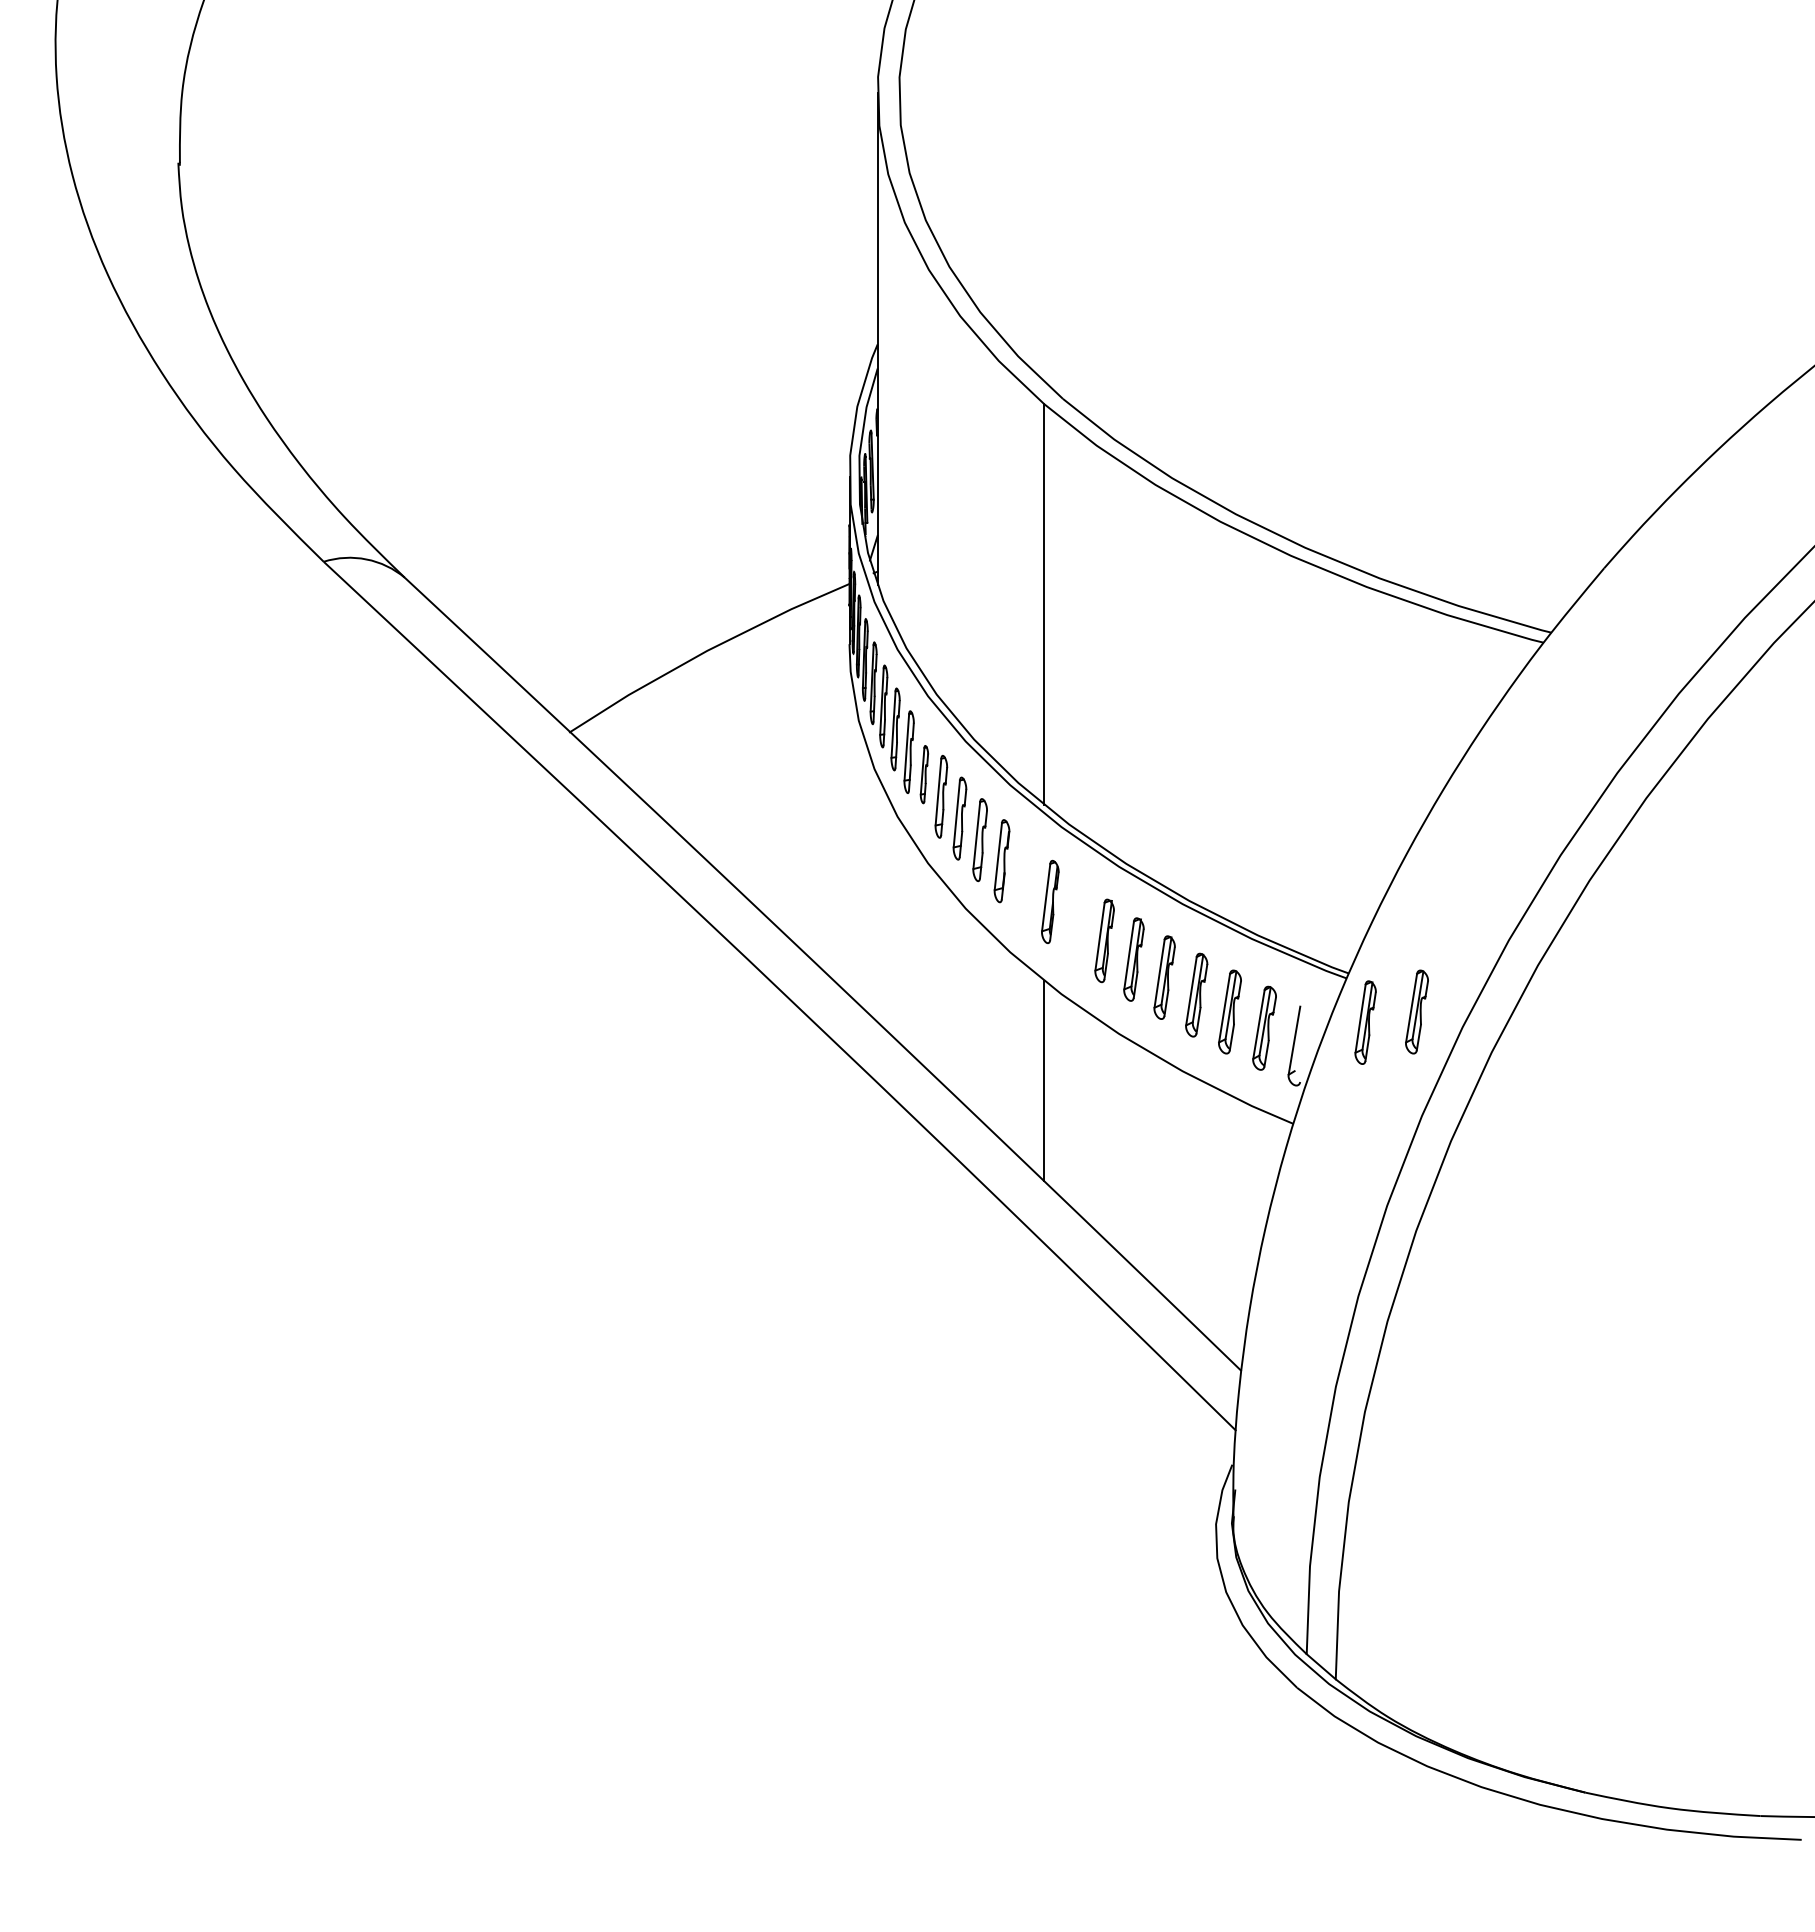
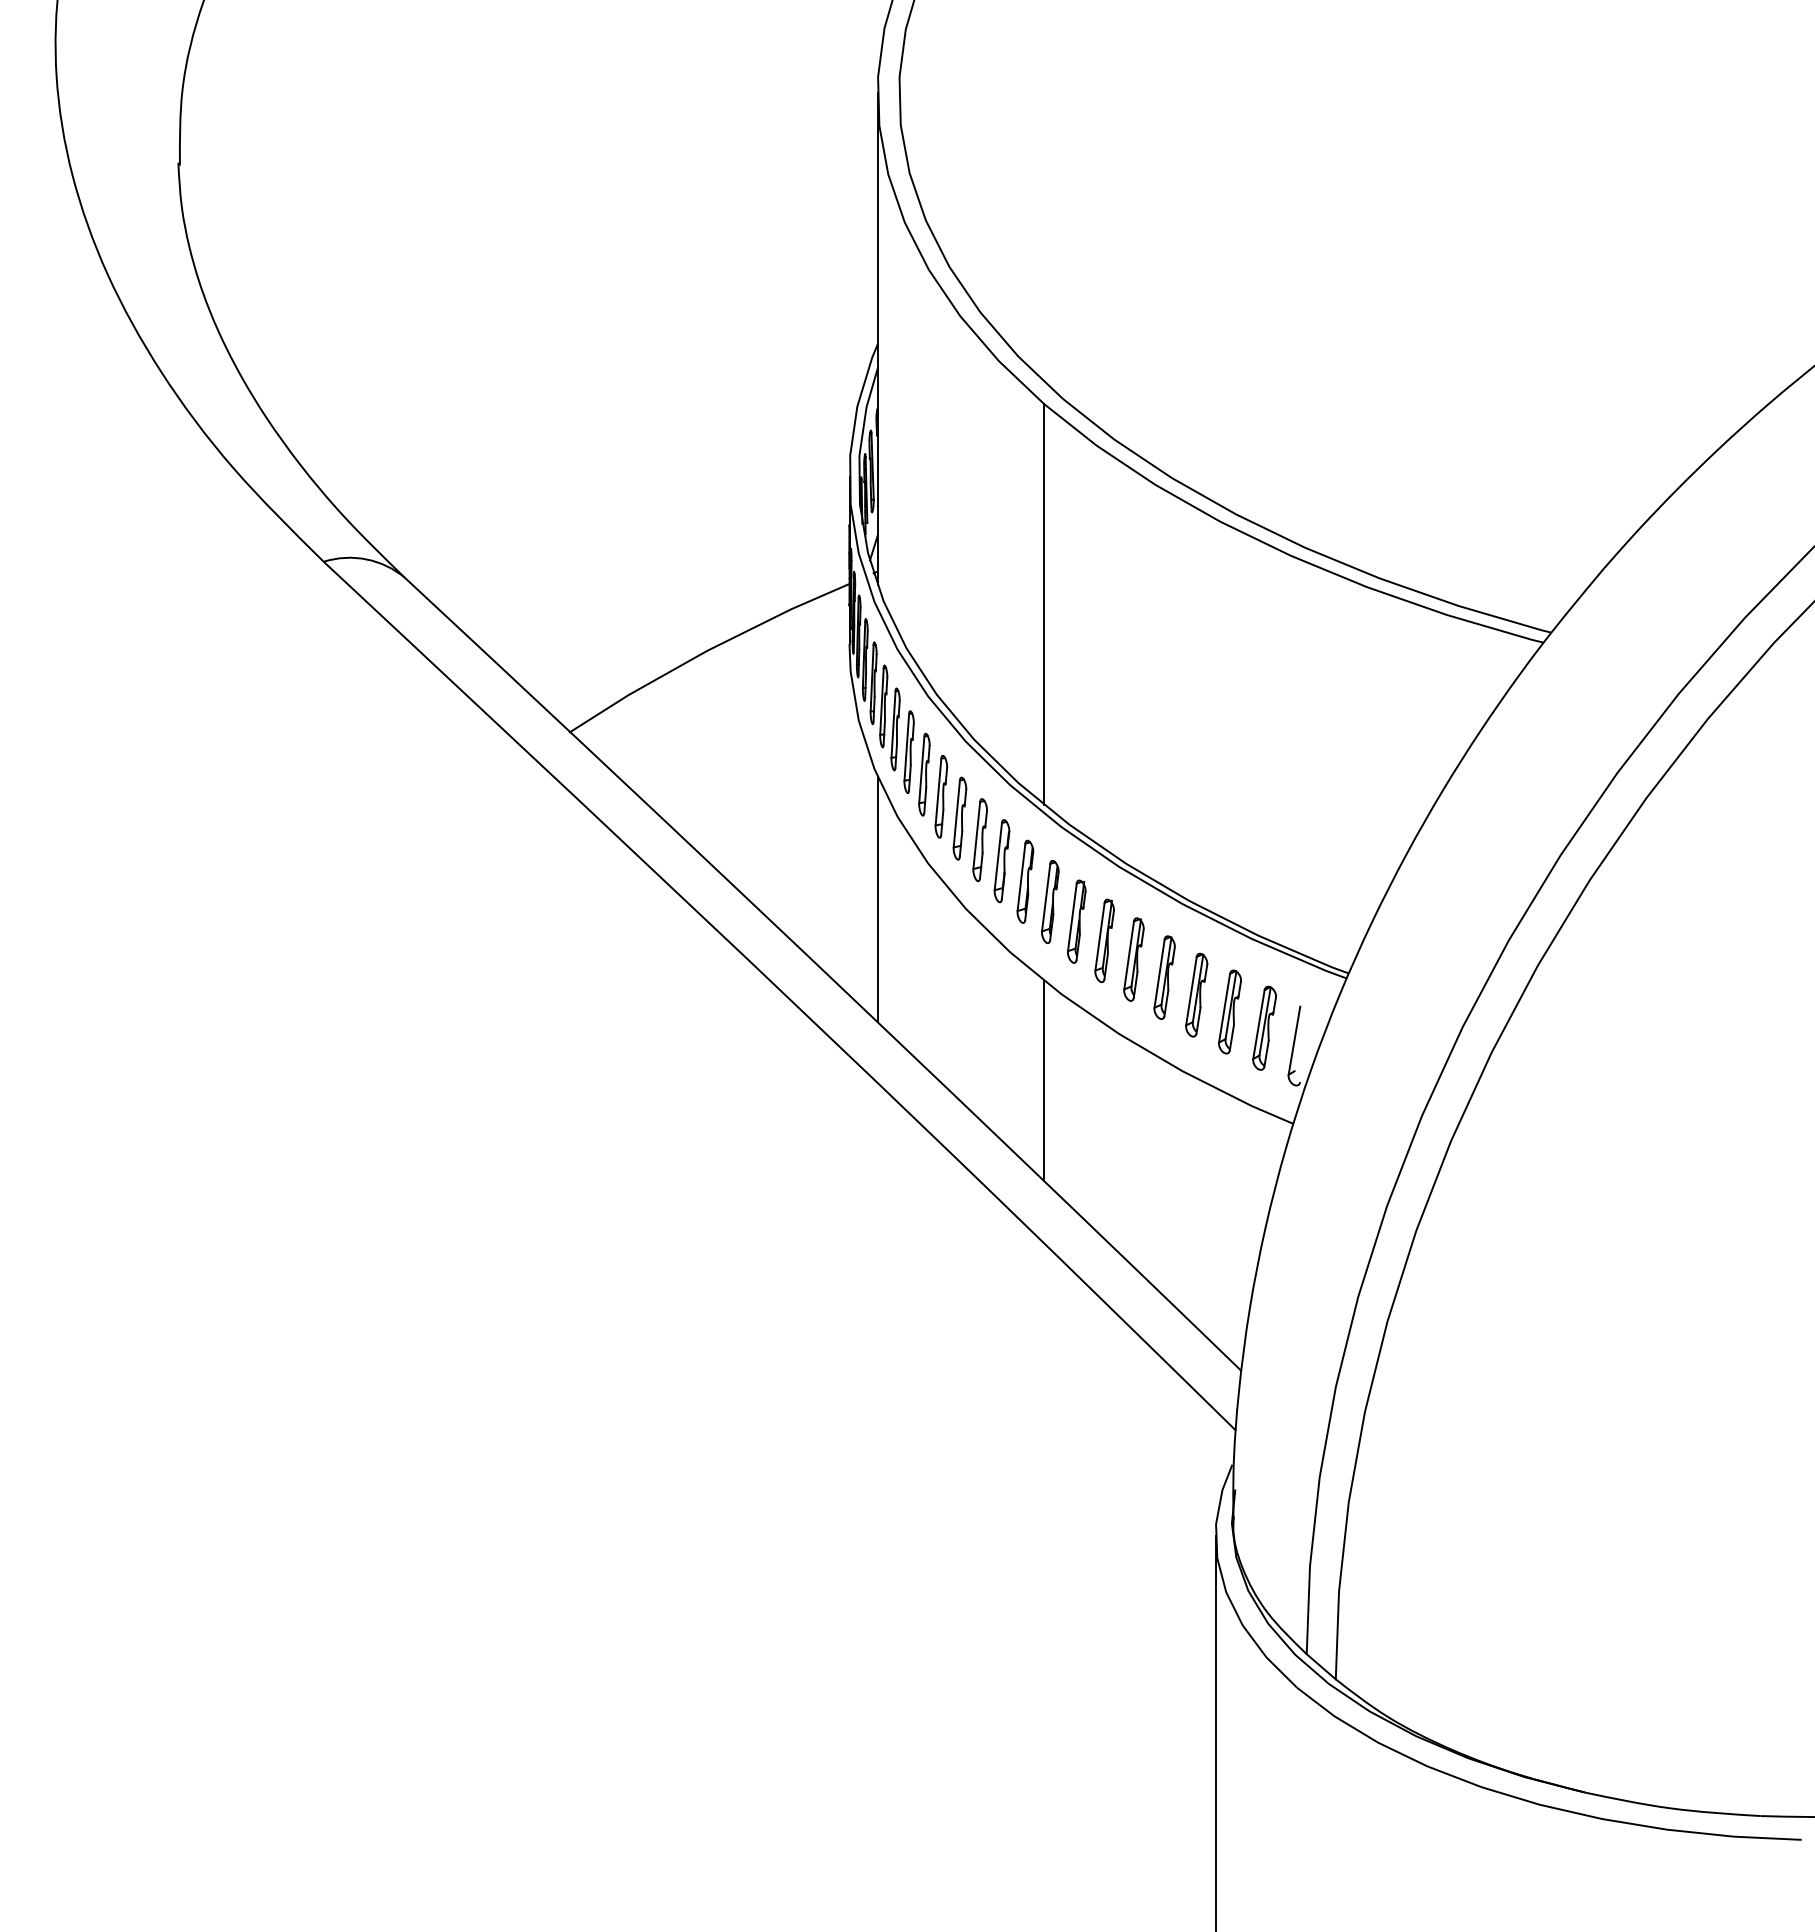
part at (924, 774) size: 11x60 px -> 13x85 px
part at (1025, 881): none -> present
line at (877, 899): none -> present
part at (1076, 921): none -> present
part at (1416, 1011): present -> none
part at (1365, 1022): present -> none
line at (1215, 1731): none -> present
